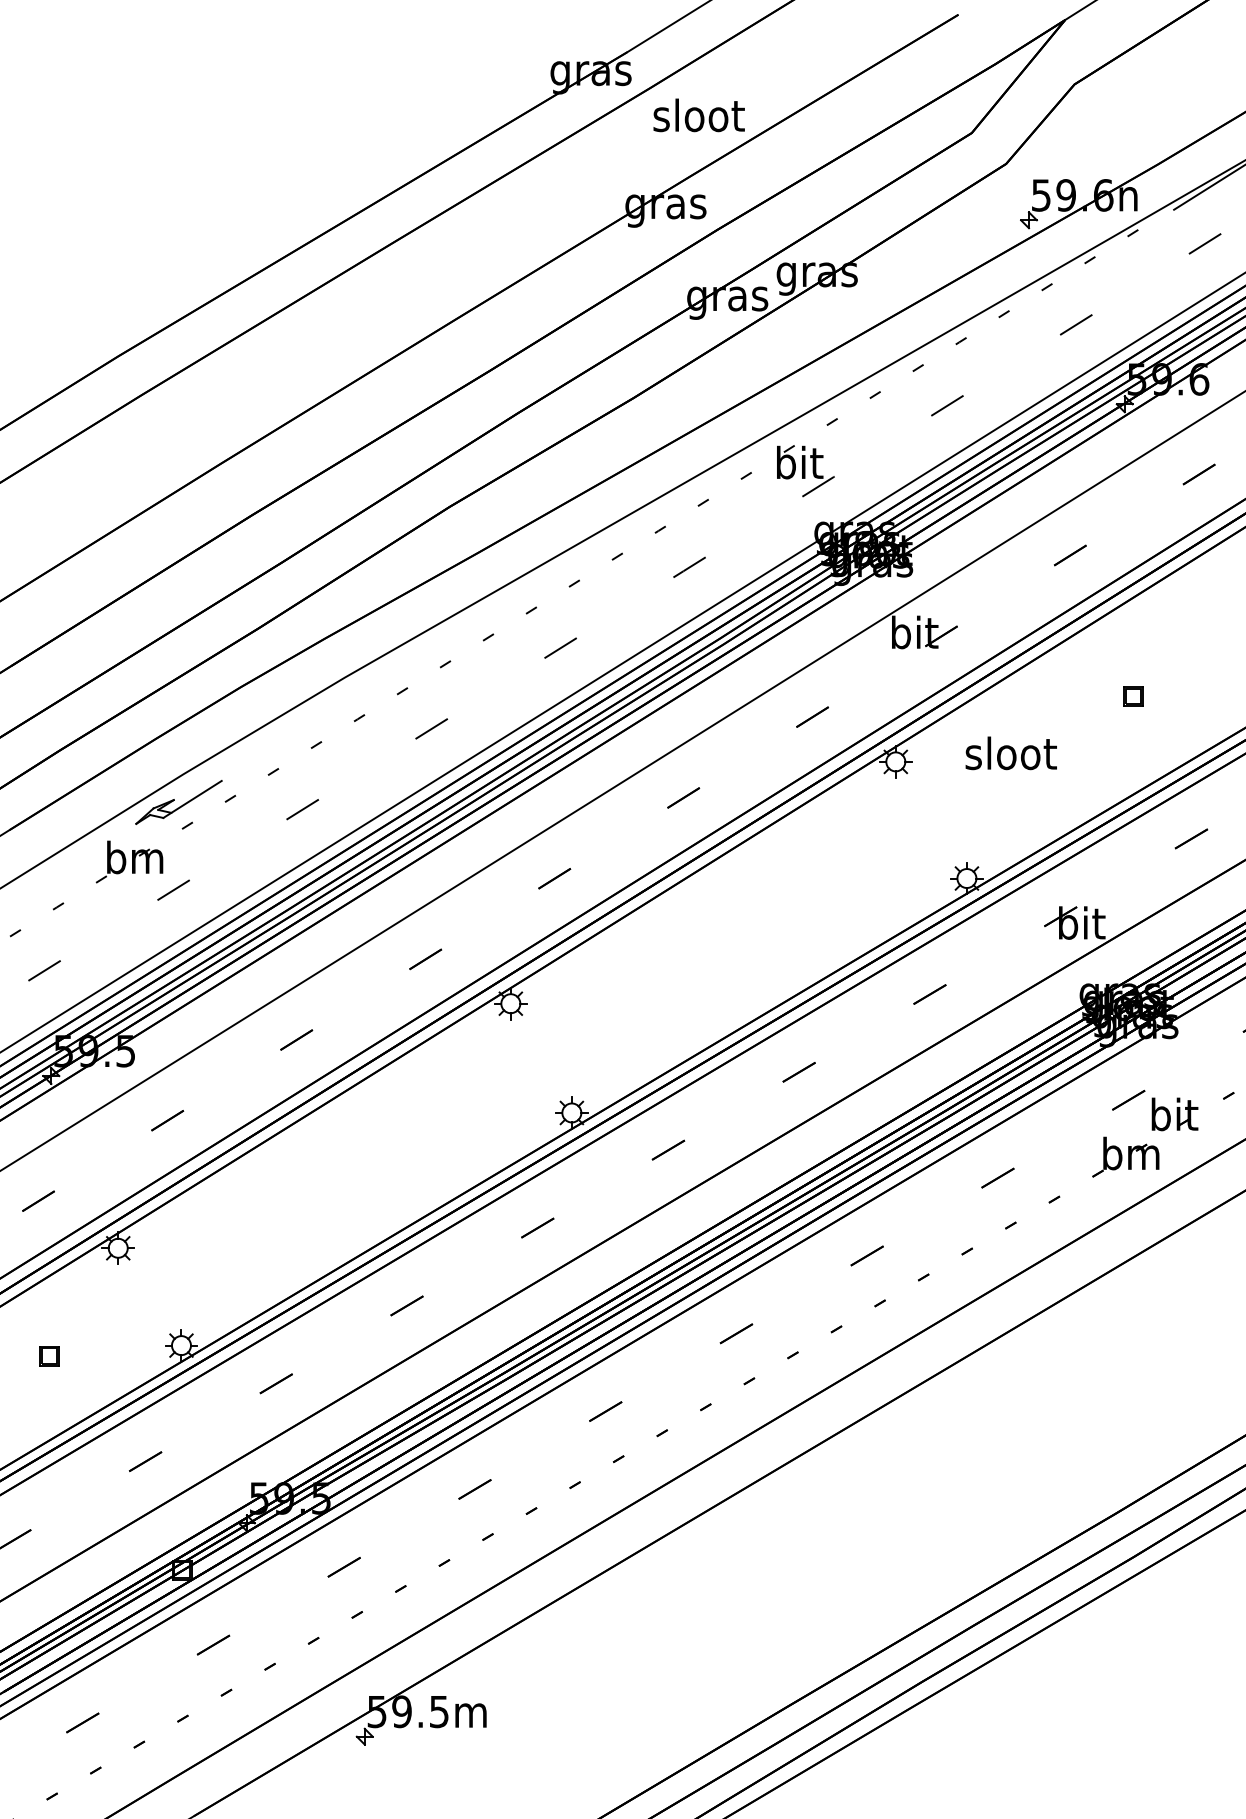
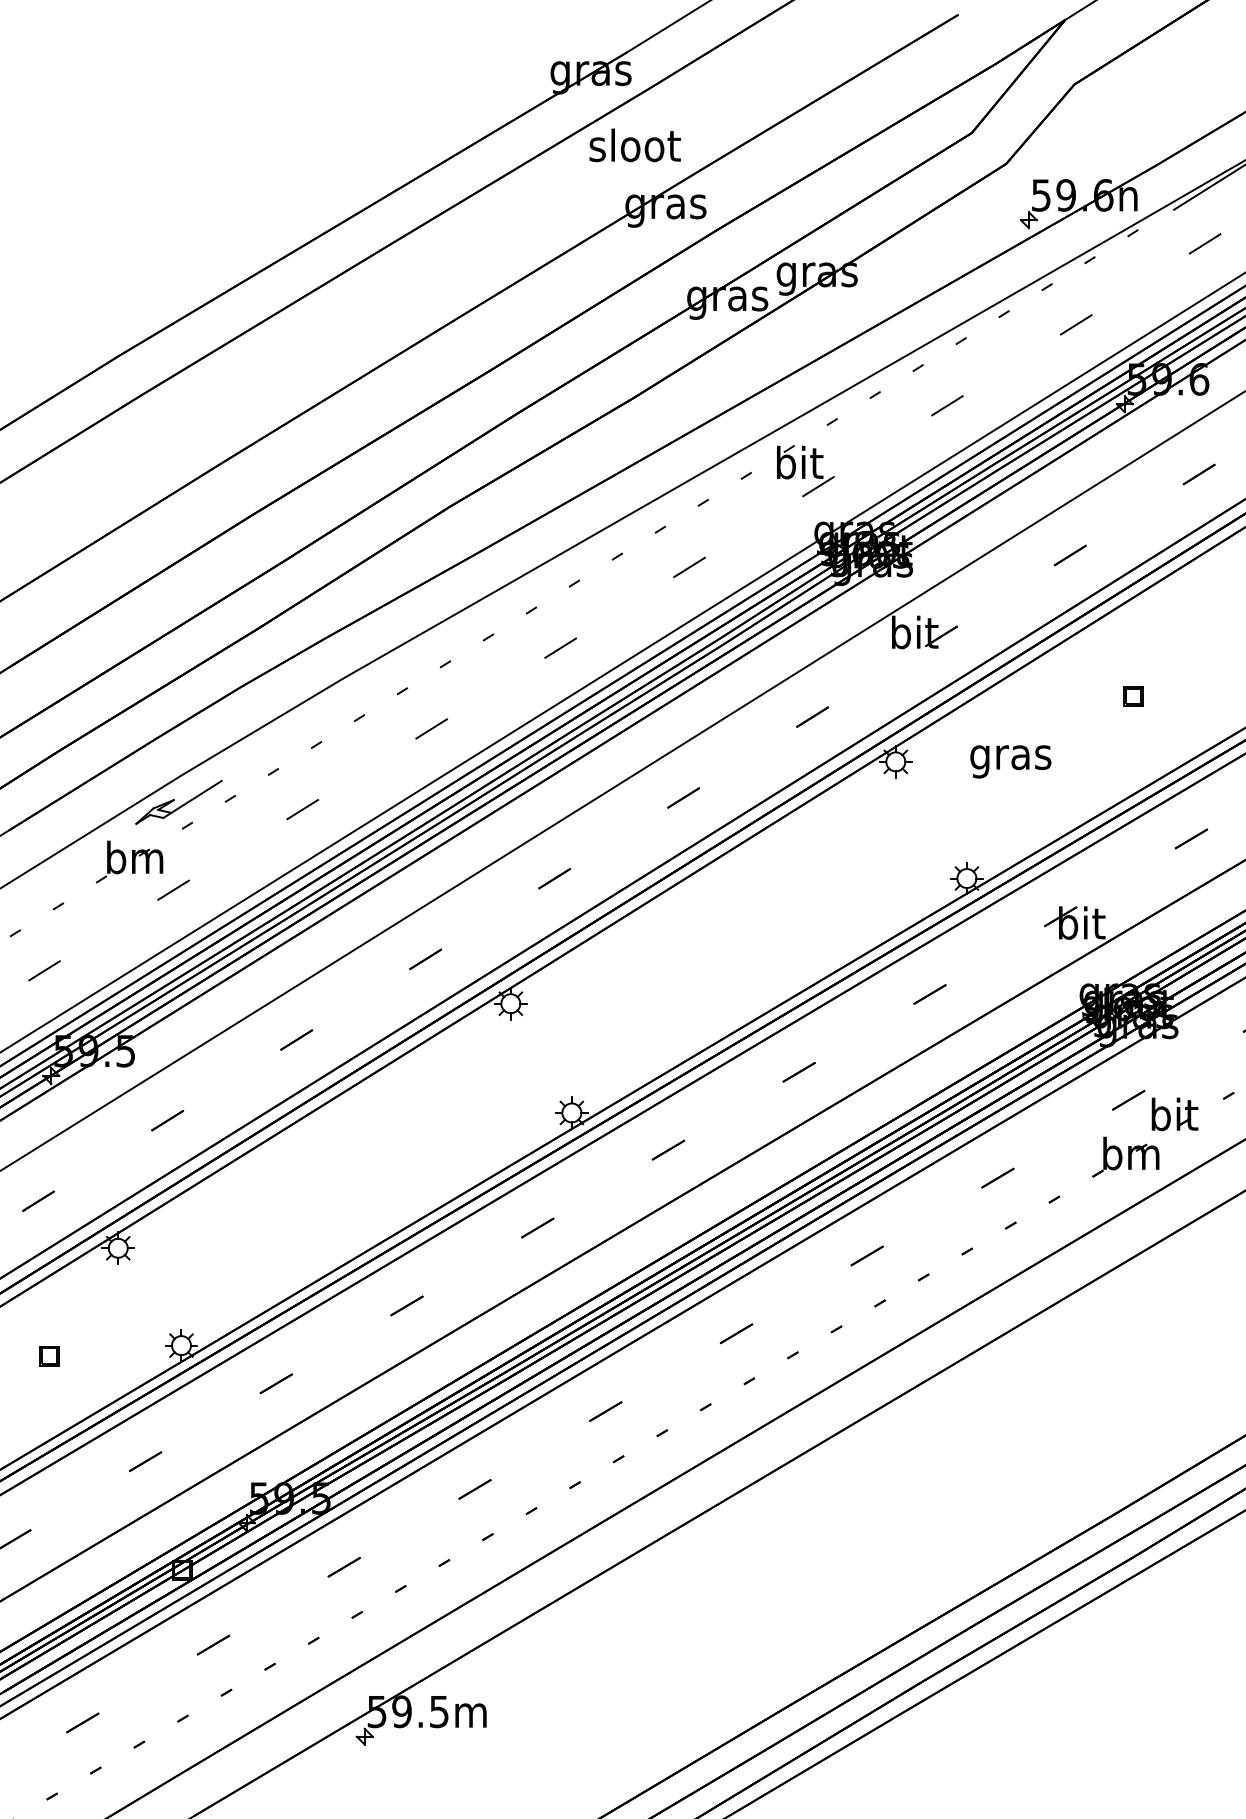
text at (698, 115) position: (698, 115) -> (634, 145)
text at (1010, 757): sloot -> gras
